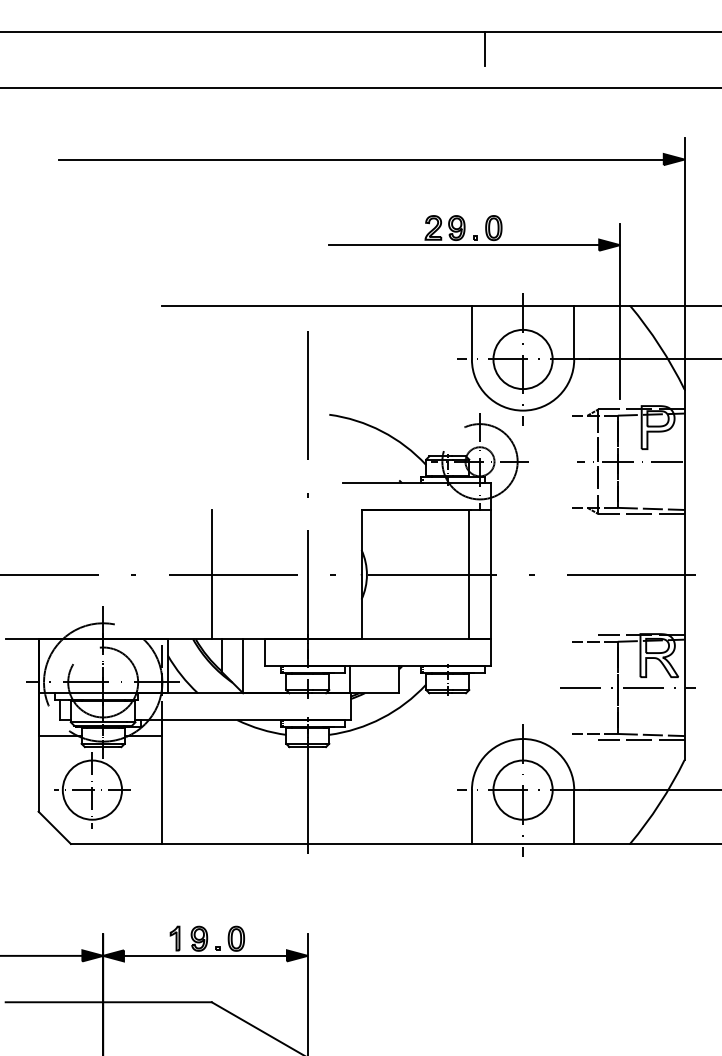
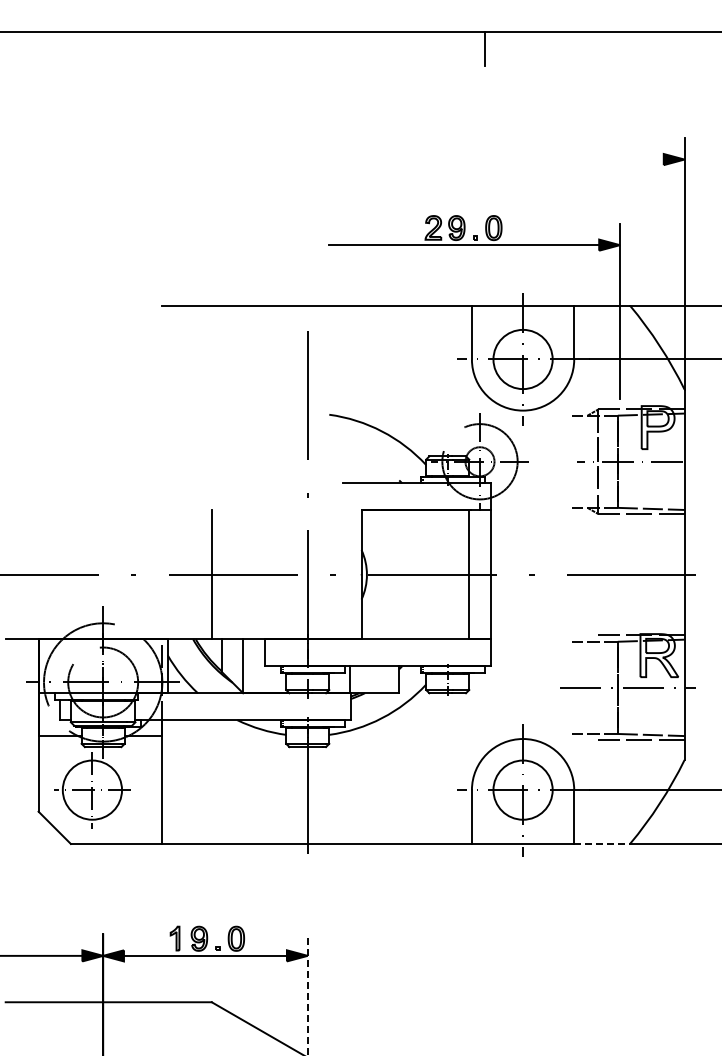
line at (360, 88): present -> none
line at (361, 159): present -> none
line at (602, 843): solid -> dashed
line at (307, 994): solid -> dashed
